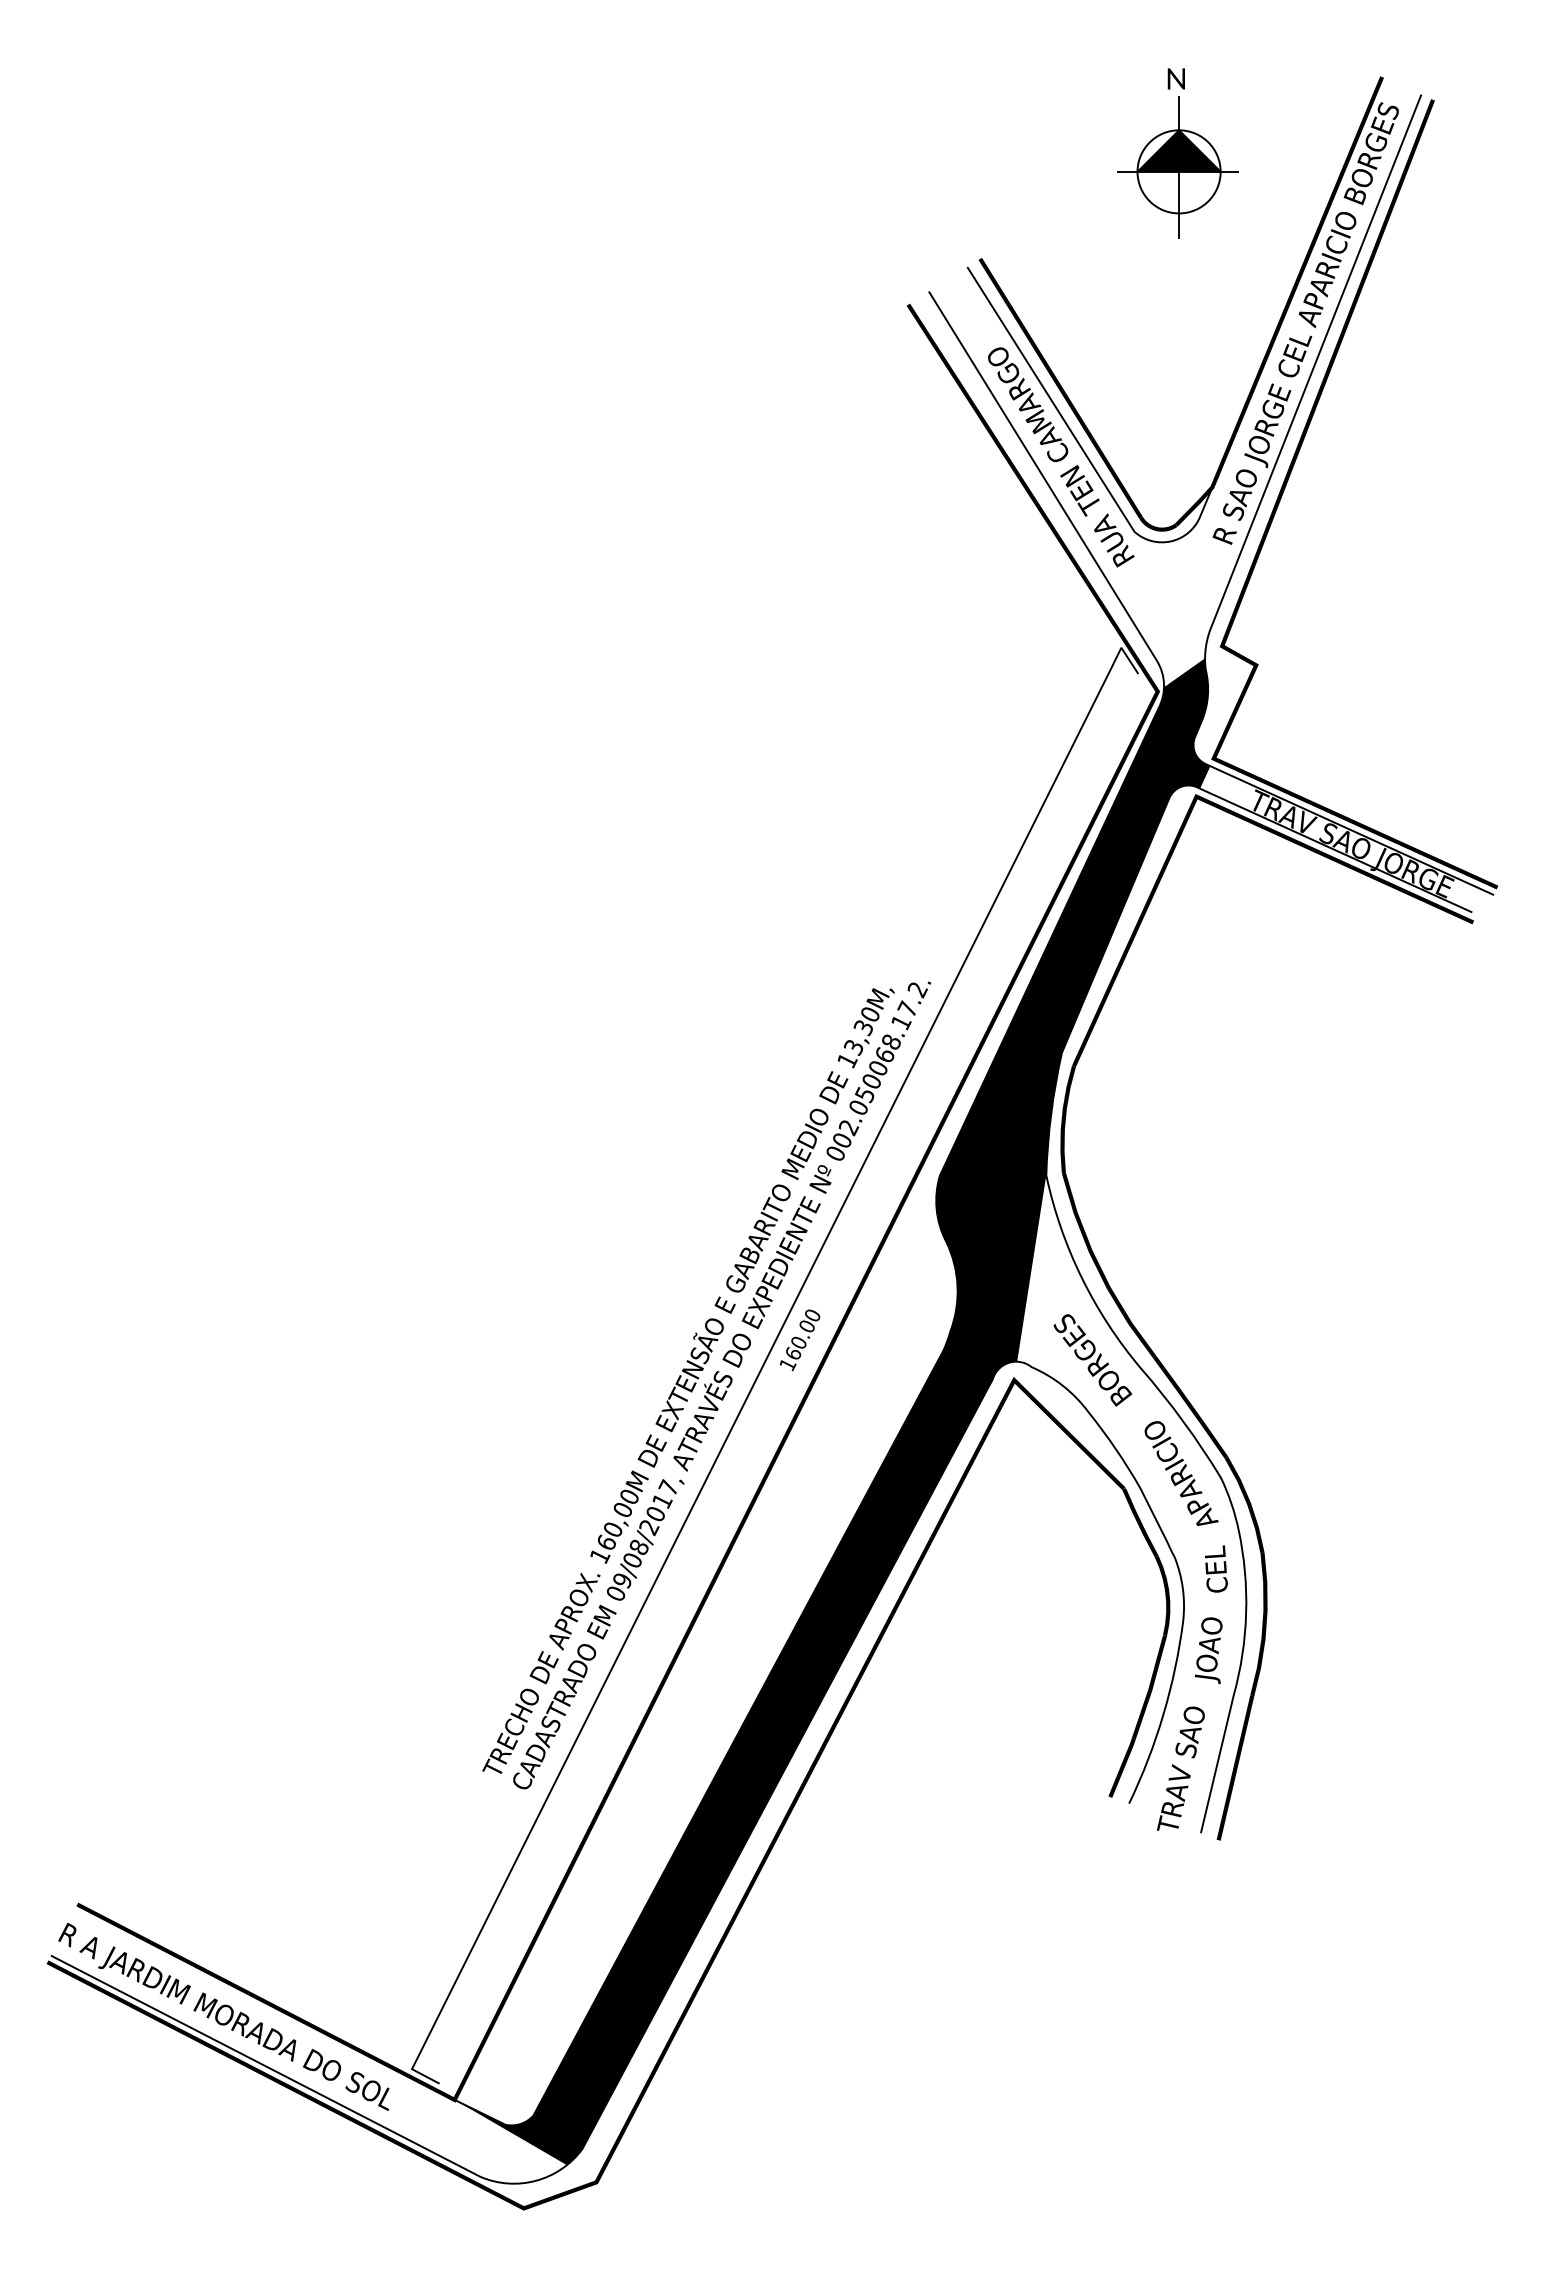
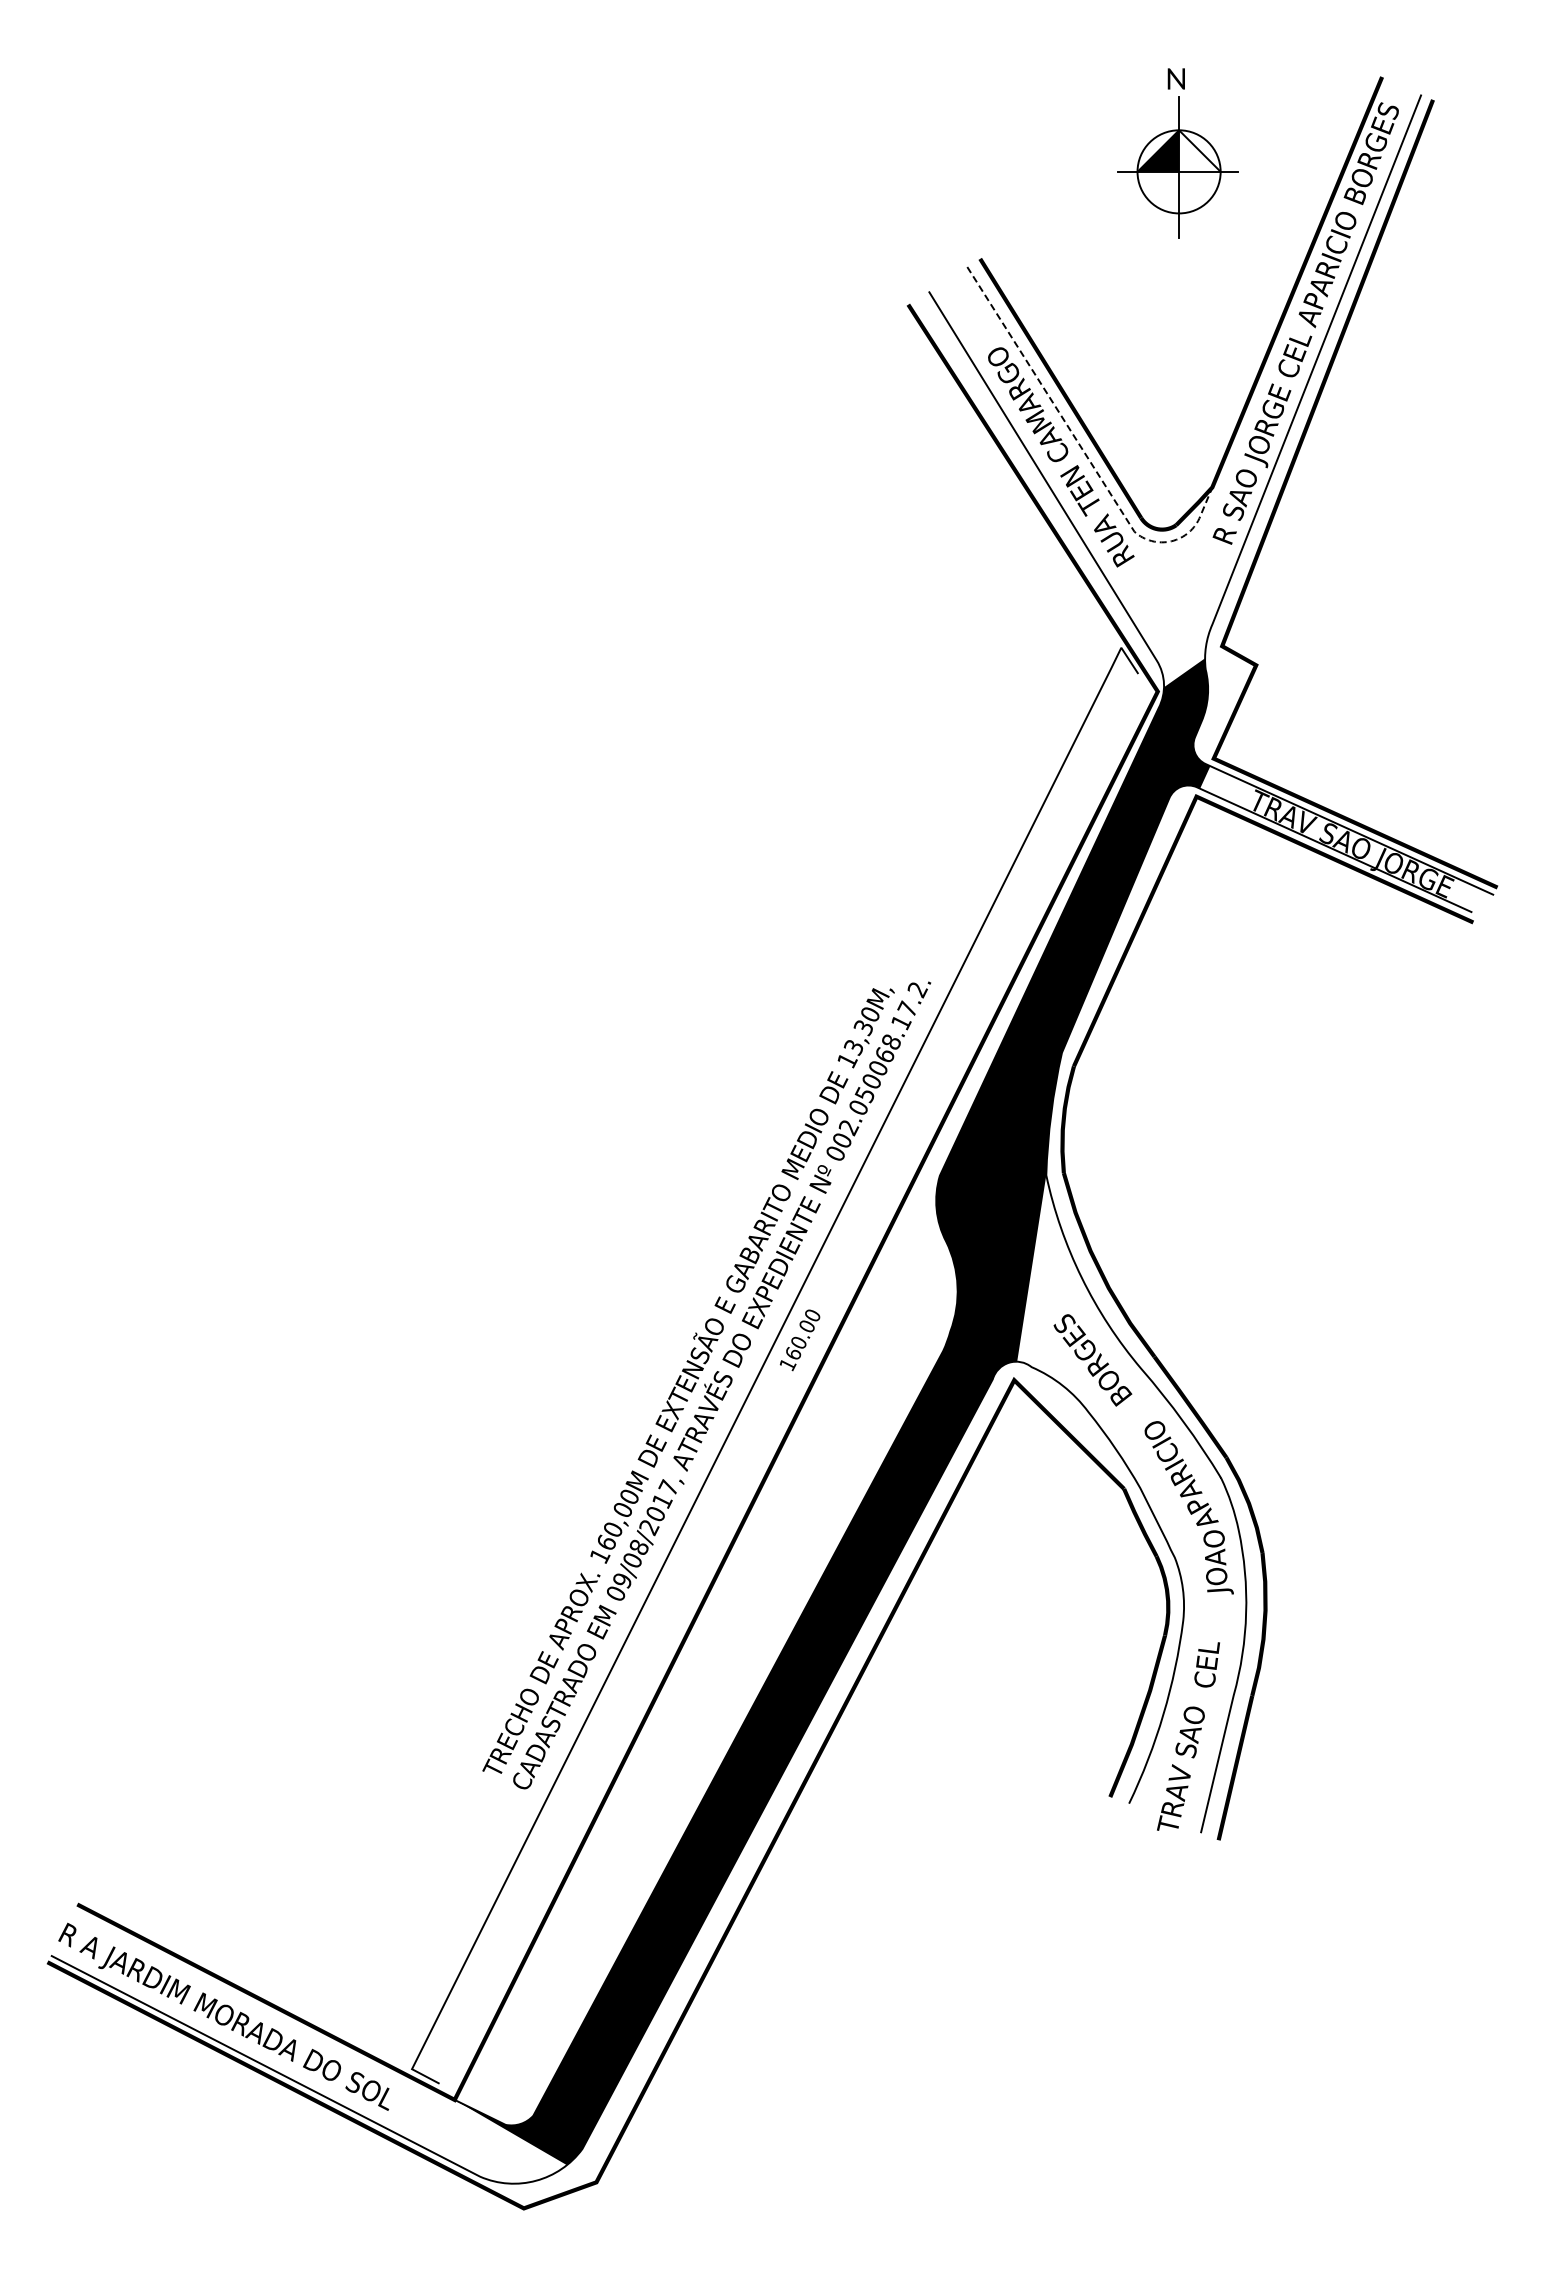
fill at (1199, 150): present -> none
line at (1086, 455): solid -> dashed
text at (1218, 1562): CEL -> JOAO
text at (1208, 1652): JOAO -> CEL
